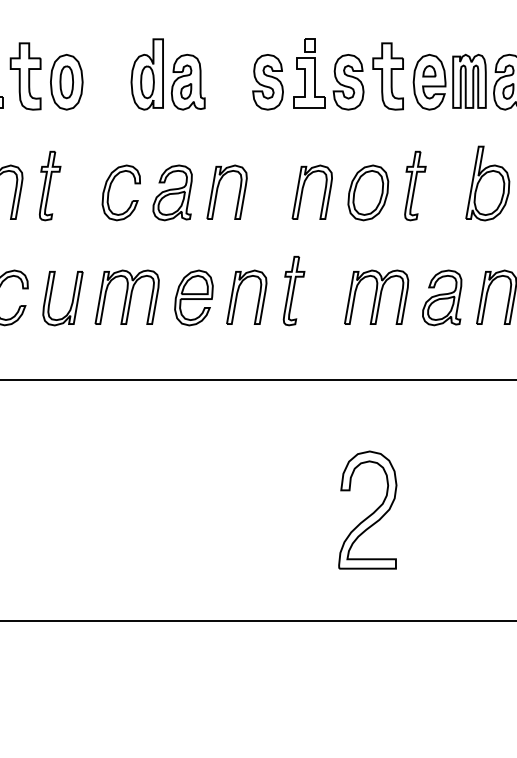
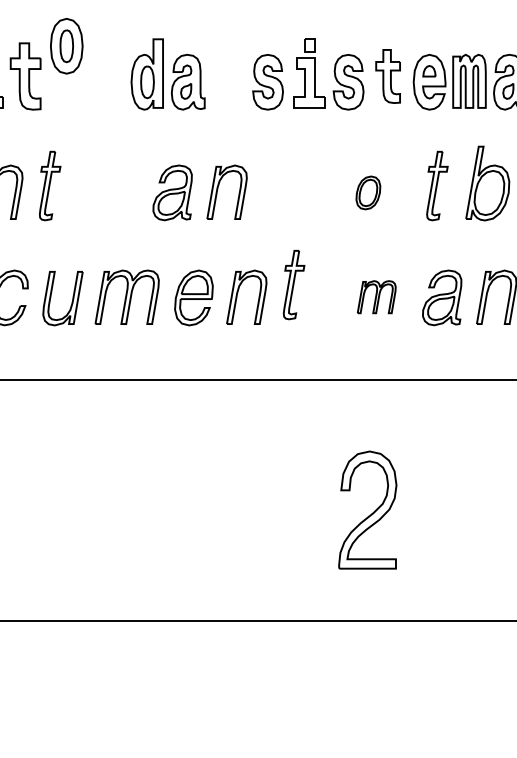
part at (387, 76) size: 32x69 px -> 26x55 px
part at (66, 82) position: (66, 82) -> (66, 46)
part at (415, 185) position: (415, 185) -> (437, 185)
part at (110, 189): present -> none
part at (303, 190): present -> none
part at (368, 192) size: 43x58 px -> 27x36 px
part at (293, 291) position: (293, 291) -> (293, 285)
part at (376, 296) size: 66x56 px -> 41x35 px
